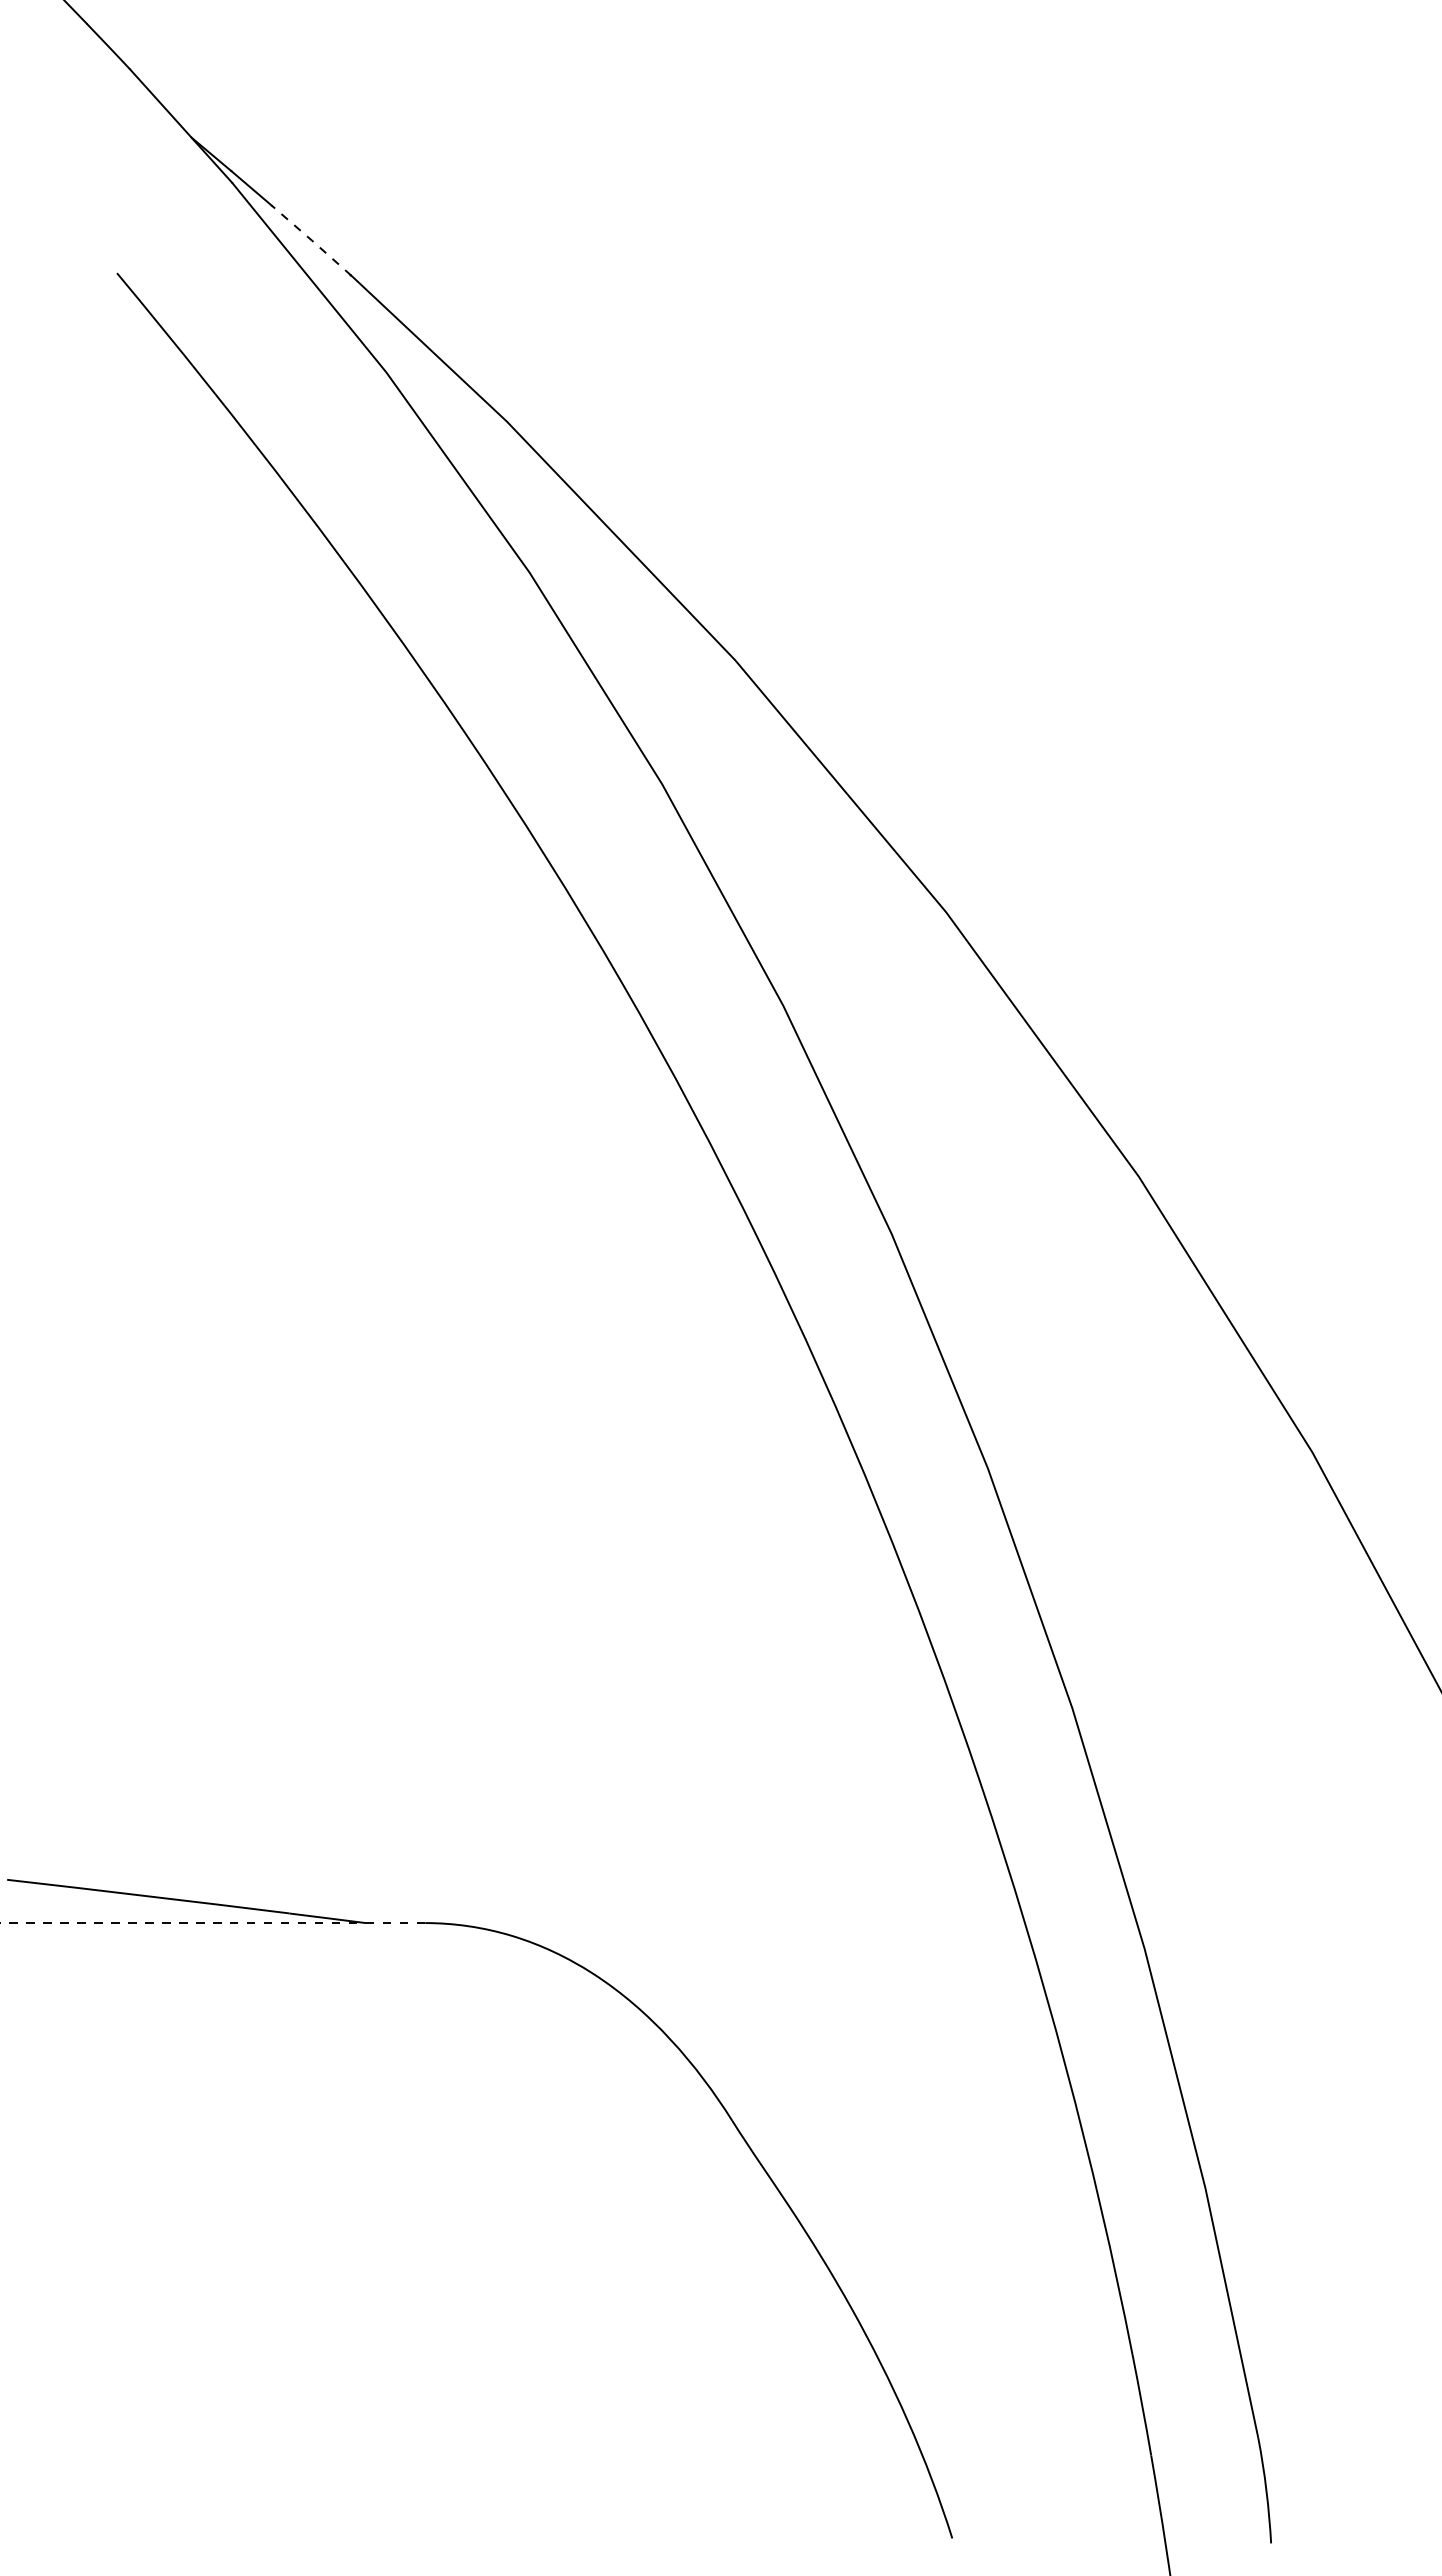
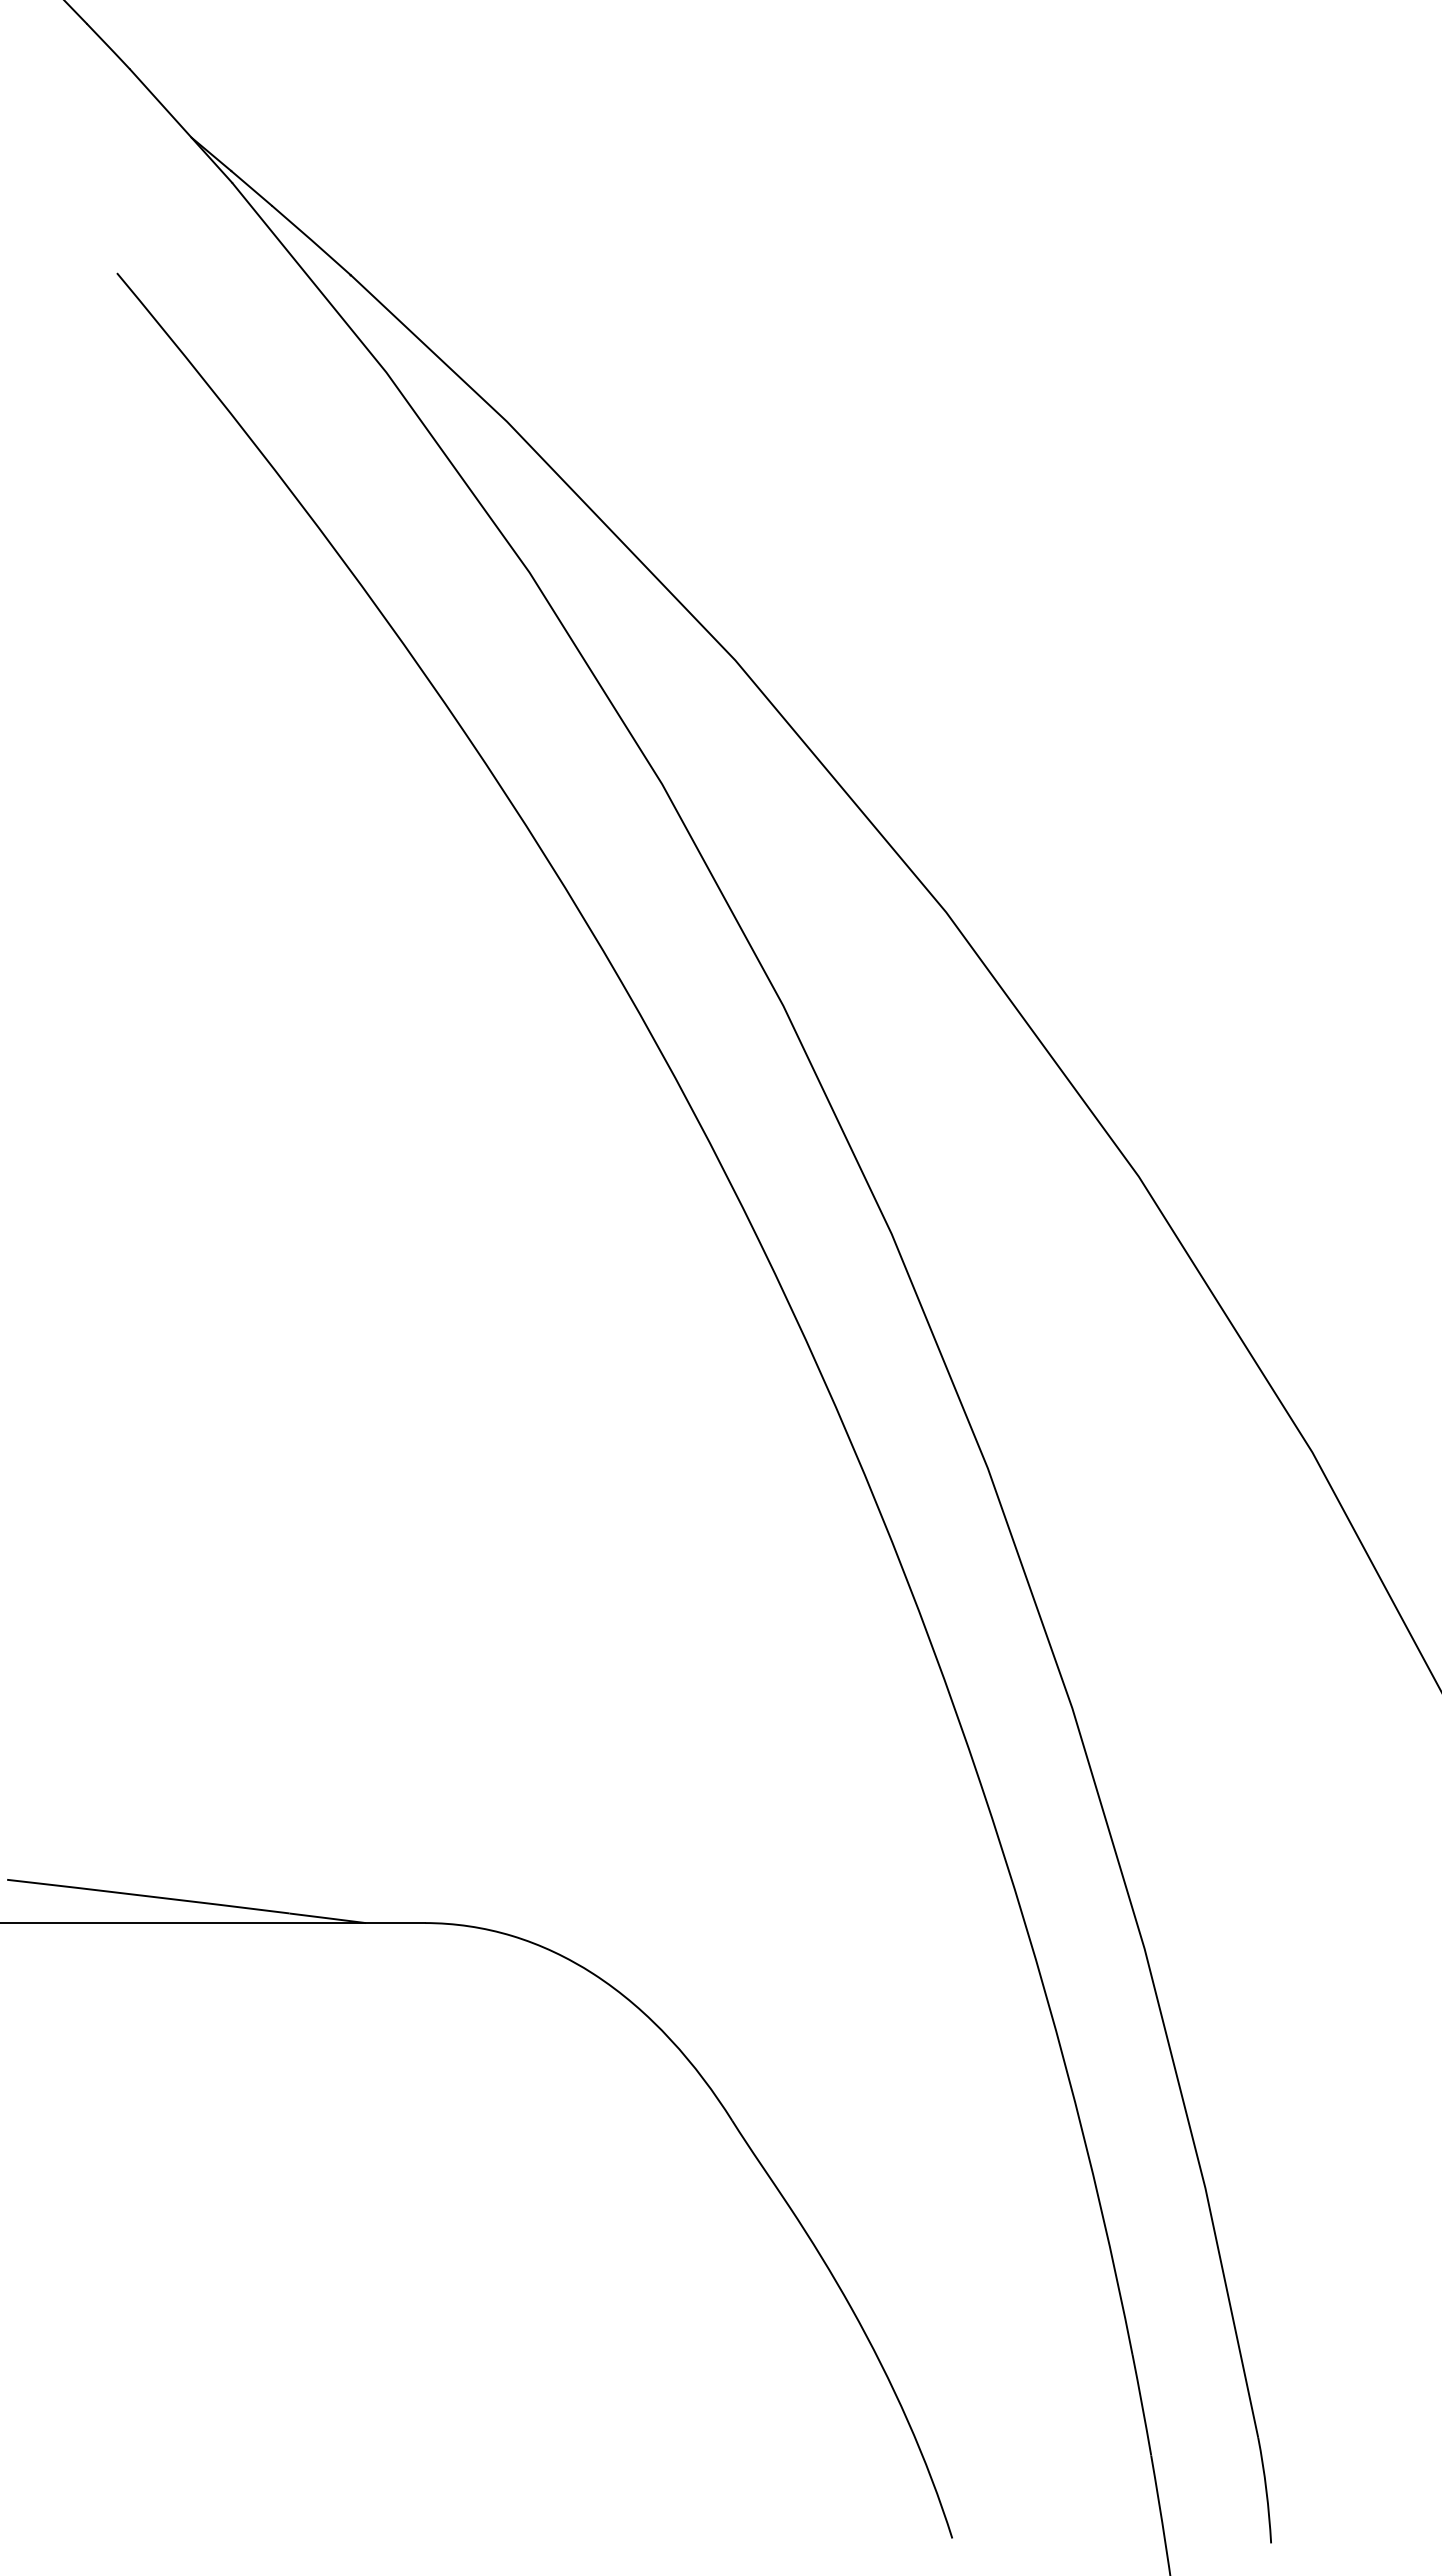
line at (311, 240): dashed -> solid
line at (212, 1923): dashed -> solid
